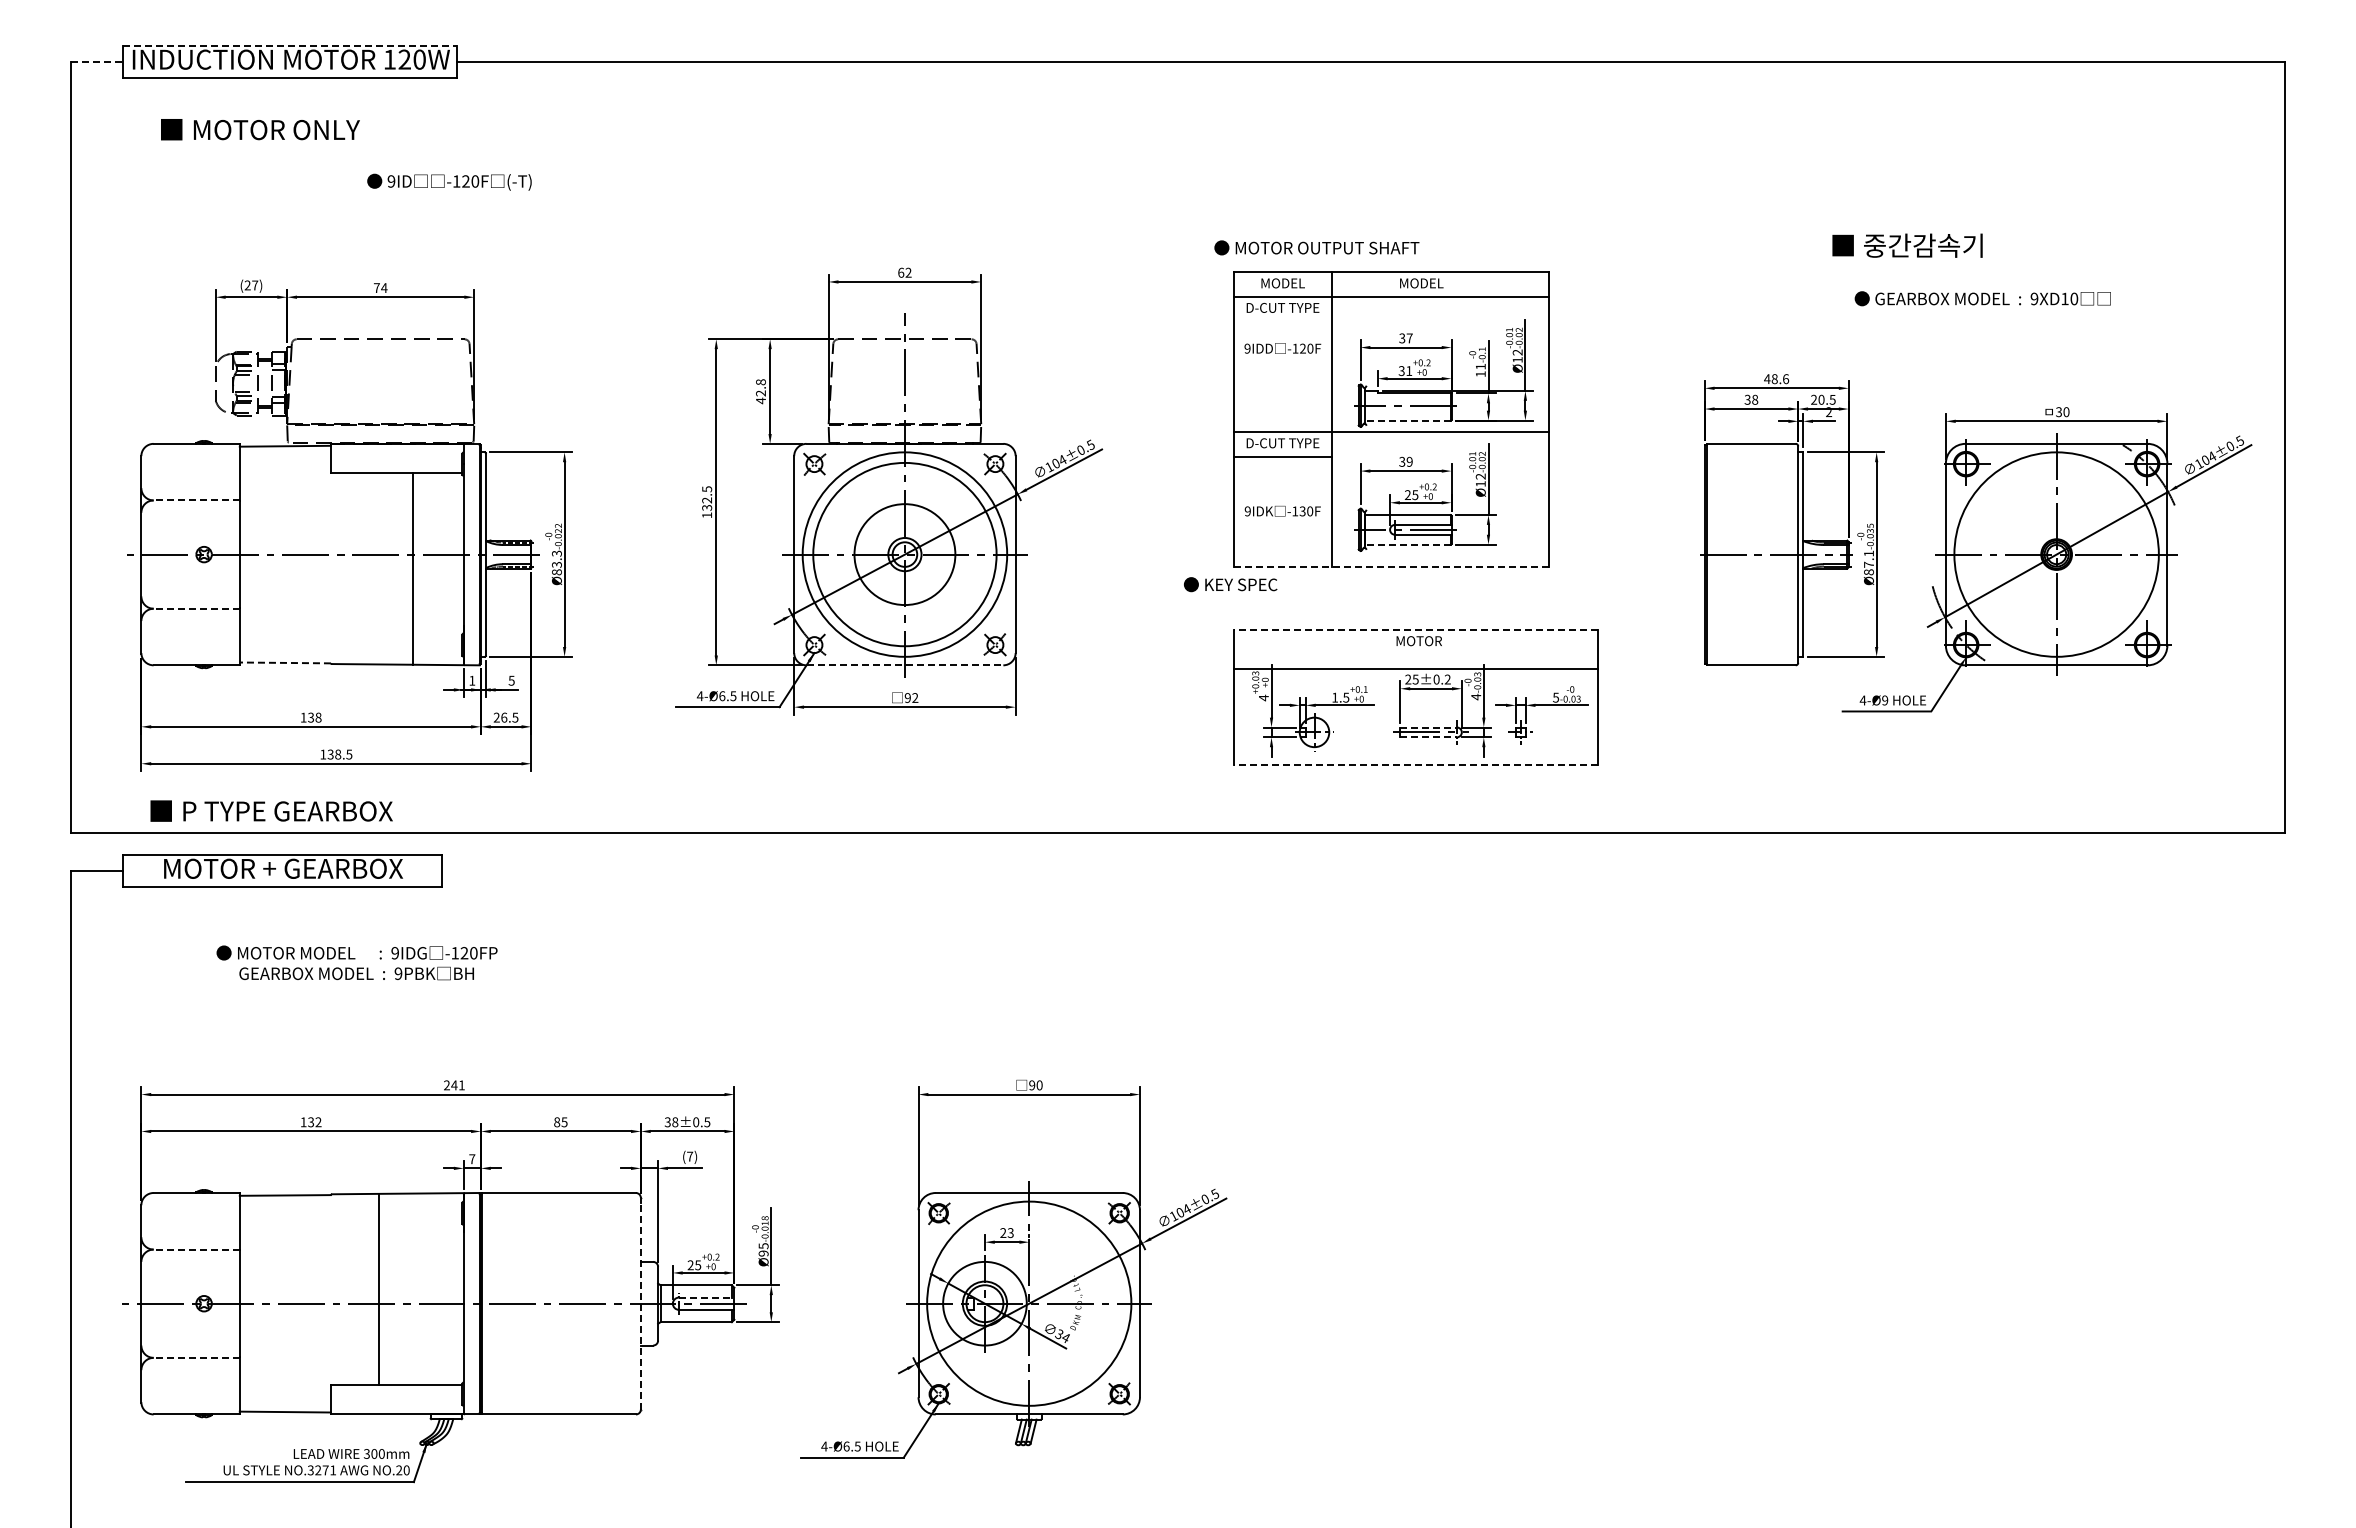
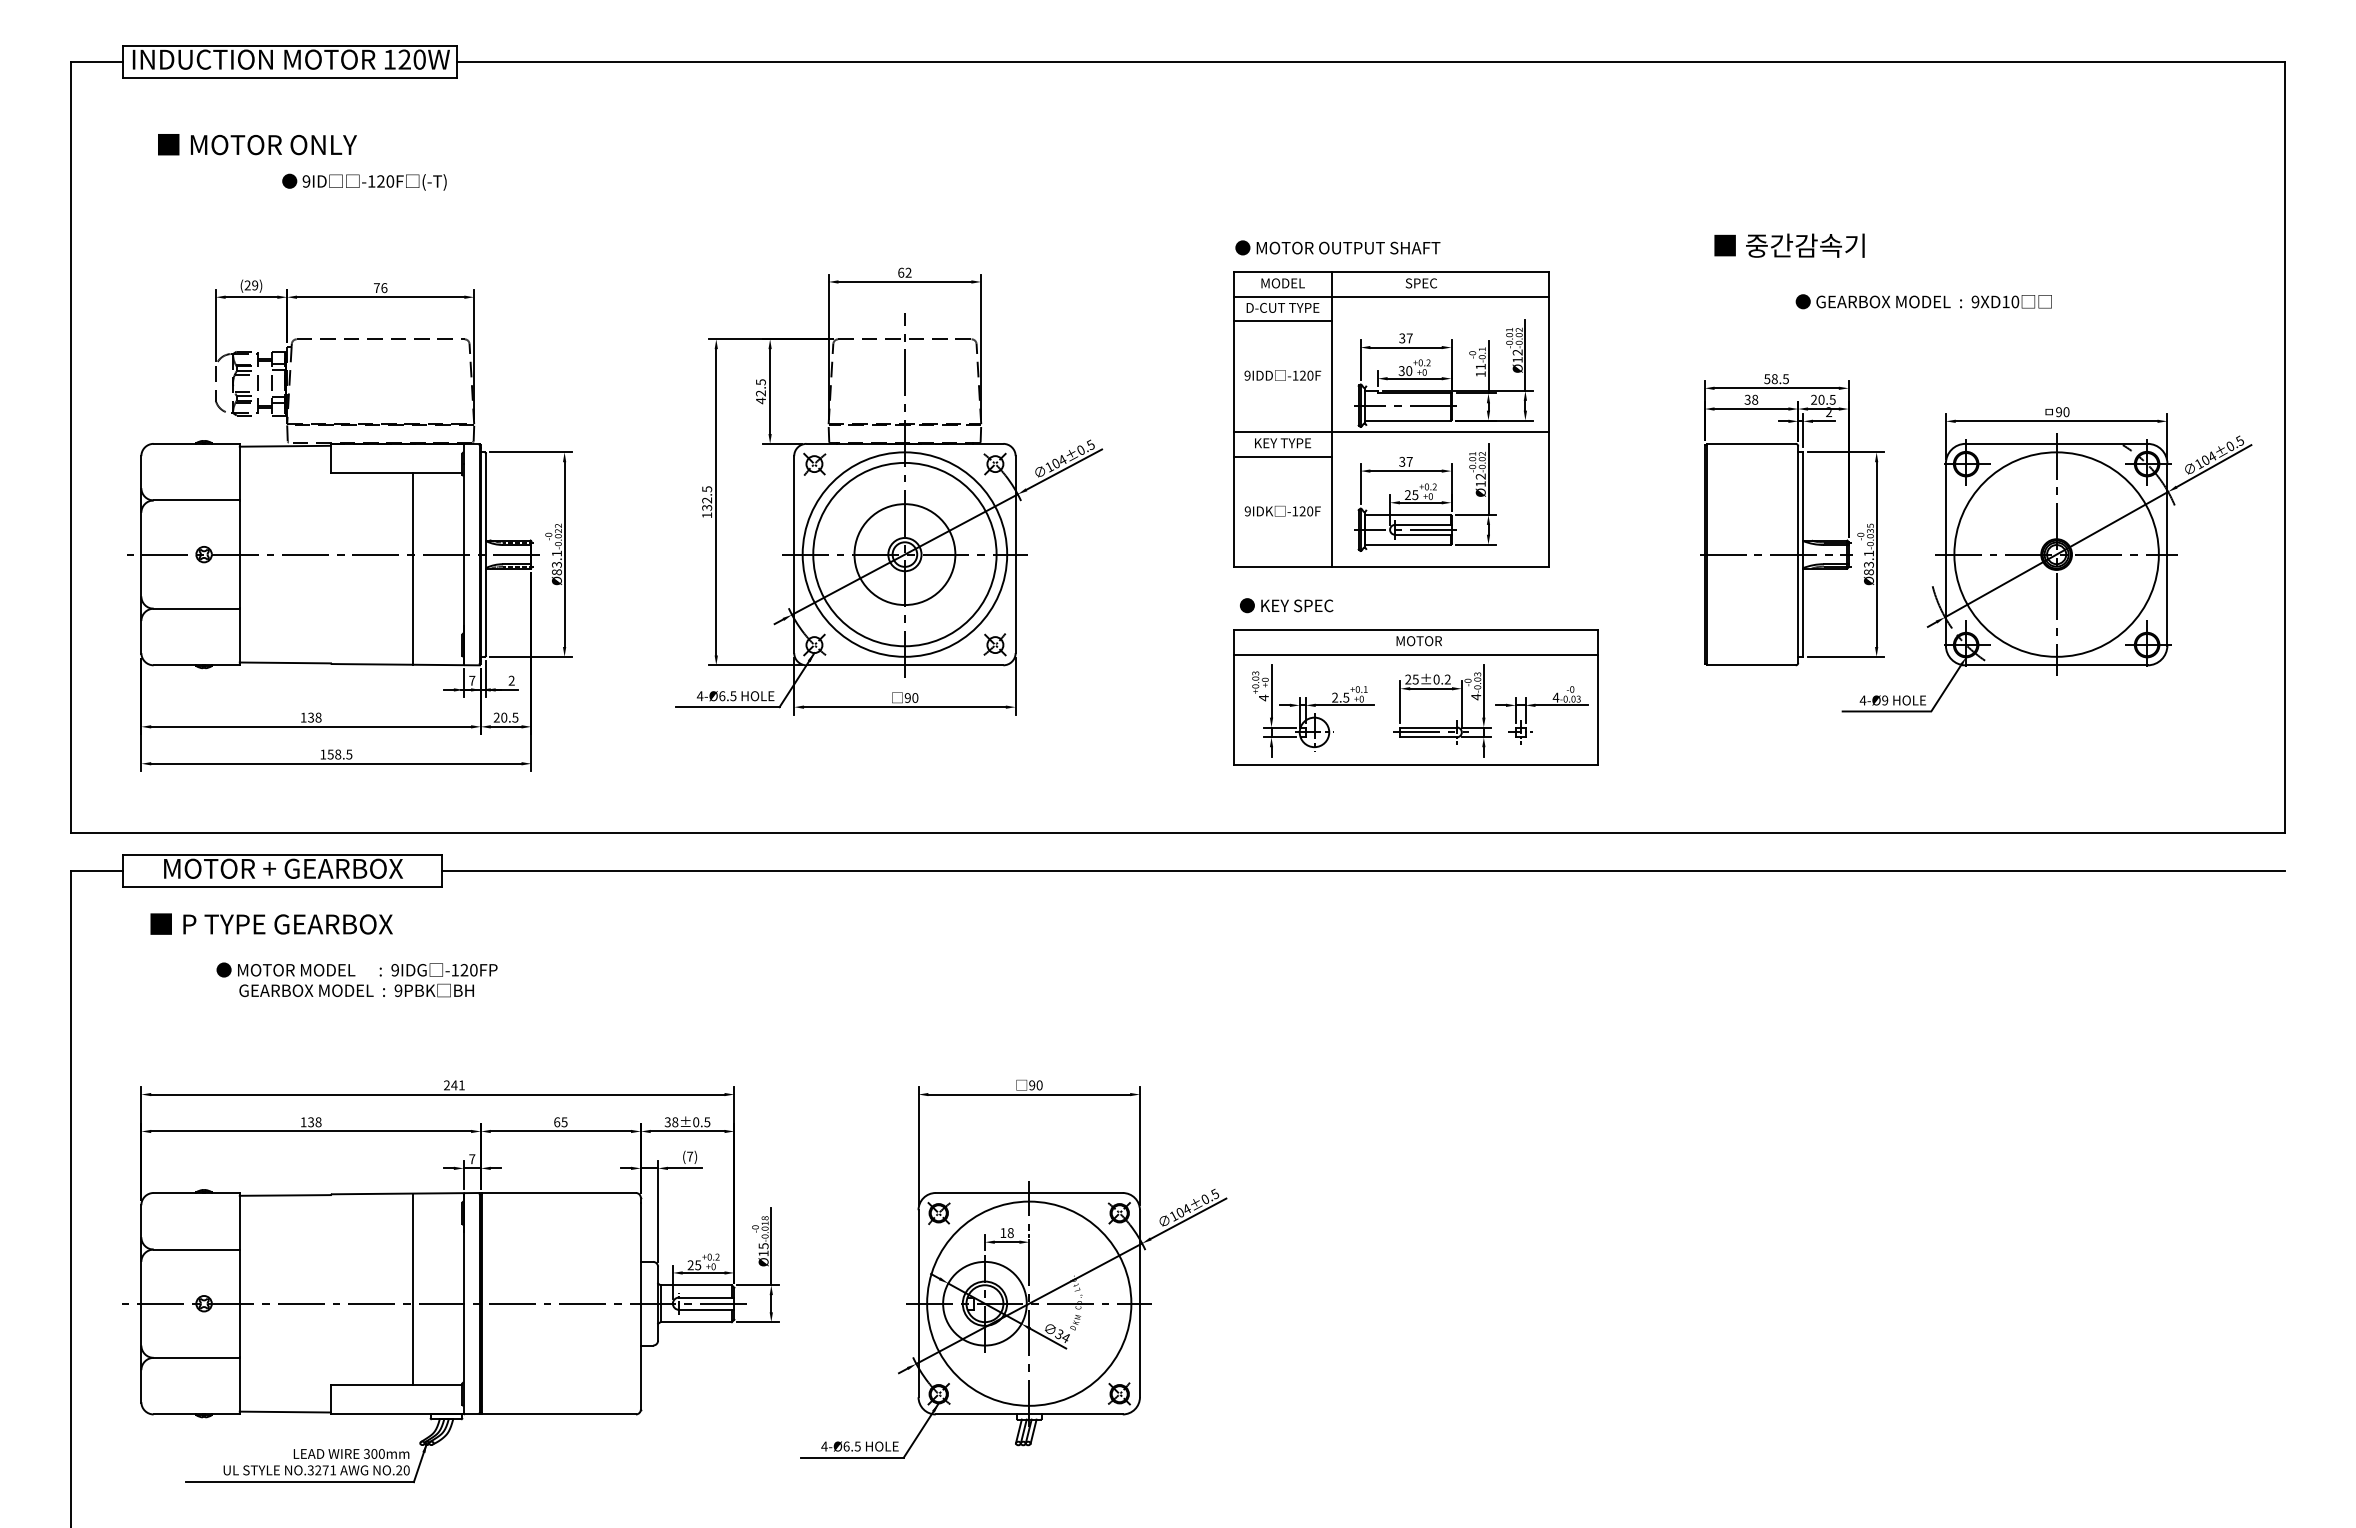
line at (290, 45): dashed -> solid
line at (97, 61): dashed -> solid
text at (260, 129) position: (260, 129) -> (257, 144)
text at (449, 181) position: (449, 181) -> (364, 181)
text at (1907, 245) position: (1907, 245) -> (1789, 245)
text at (1316, 247) position: (1316, 247) -> (1337, 247)
text at (1421, 283): MODEL -> SPEC
text at (255, 285): (27) -> (29)
text at (384, 288): 74 -> 76
text at (1982, 298) position: (1982, 298) -> (1923, 301)
line at (1282, 321): none -> present
text at (1282, 348) position: (1282, 348) -> (1282, 375)
text at (1409, 371): 31 -> 30
text at (1776, 379): 48.6 -> 58.5
text at (760, 382): 42.8 -> 42.5
text at (2058, 412): 30 -> 90
line at (1408, 420): dashed -> solid
text at (1282, 443): D-CUT TYPE -> KEY TYPE
text at (1409, 461): 39 -> 37
line at (196, 500): dashed -> solid
text at (1302, 511): -130F -> -120F
line at (1408, 544): dashed -> solid
text at (556, 553): Ø83.3 -> Ø83.1
text at (1868, 564): Ø87.1 -> Ø83.1
line at (1391, 567): dashed -> solid
text at (1230, 584) position: (1230, 584) -> (1286, 605)
line at (196, 608): dashed -> solid
line at (1415, 629): dashed -> solid
line at (285, 662): dashed -> solid
line at (905, 665): dashed -> solid
line at (1415, 668) position: (1415, 668) -> (1415, 654)
text at (472, 680): 1 -> 7
text at (511, 680): 5 -> 2
text at (915, 697): 92 -> 90
text at (1335, 697): 1.5 -> 2.5
text at (1555, 697): 5 -> 4
text at (504, 717): 26.5 -> 20.5
line at (1429, 727): dashed -> solid
line at (1429, 737): dashed -> solid
text at (330, 753): 138.5 -> 158.5
line at (1415, 765): dashed -> solid
text at (271, 810) position: (271, 810) -> (271, 923)
line at (1363, 871): none -> present
text at (356, 962) position: (356, 962) -> (356, 979)
text at (318, 1122): 132 -> 138
text at (557, 1122): 85 -> 65
text at (1006, 1232): 23 -> 18
line at (196, 1249): dashed -> solid
text at (763, 1253): Ø95 -> Ø15
line at (379, 1289) position: (379, 1289) -> (413, 1289)
line at (706, 1297): dashed -> solid
line at (640, 1305): dashed -> solid
line at (196, 1357): dashed -> solid
